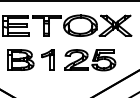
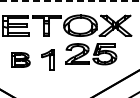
line at (70, 0): solid -> dashed
part at (20, 59) size: 28x22 px -> 20x16 px
part at (90, 60) position: (90, 60) -> (91, 54)
